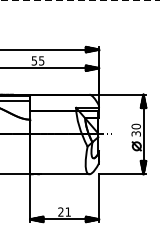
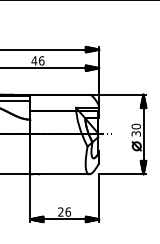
line at (79, 0): dashed -> solid
text at (37, 60): 55 -> 46
text at (68, 211): 21 -> 26
